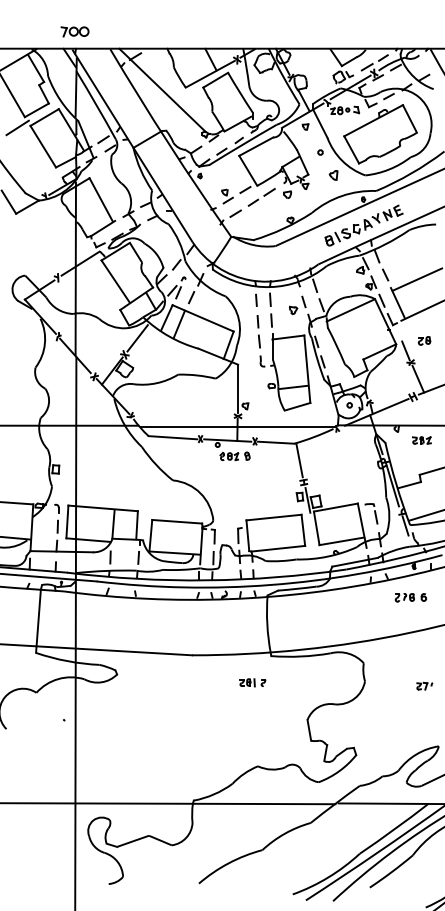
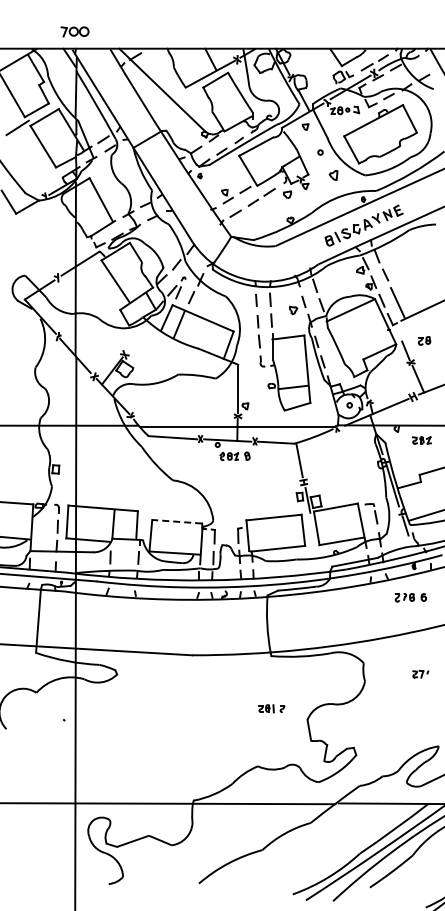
line at (416, 279): present -> none
line at (137, 338): present -> none
line at (176, 521): solid -> dashed
part at (252, 682) position: (252, 682) -> (271, 708)
part at (424, 685) position: (424, 685) -> (420, 673)
